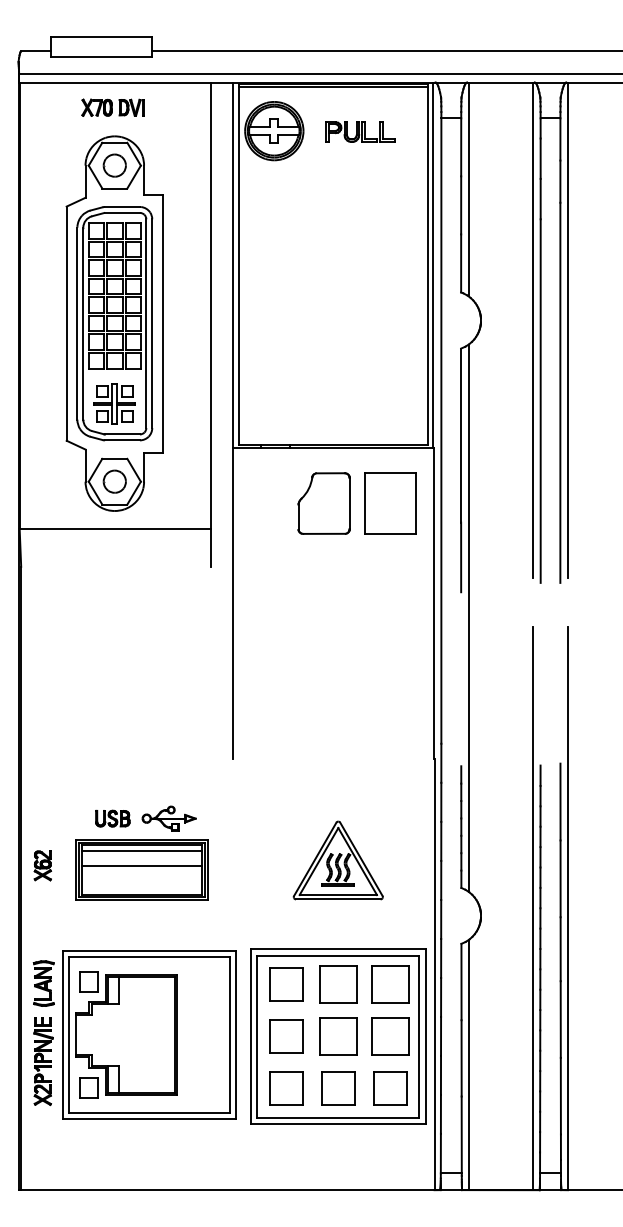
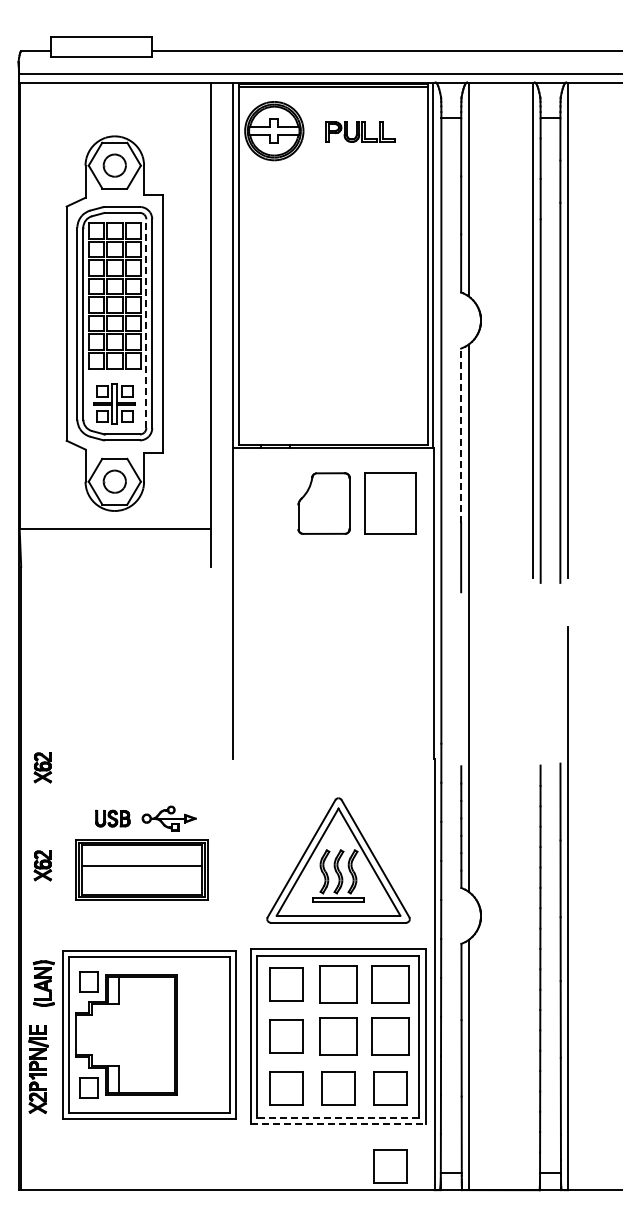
part at (112, 107): present -> none
line at (146, 323): solid -> dashed
line at (461, 435): solid -> dashed
part at (42, 767): none -> present
line at (141, 851): present -> none
part at (337, 860) size: 92x81 px -> 145x127 px
line at (533, 908): present -> none
part at (43, 1061) position: (43, 1061) -> (38, 1069)
line at (337, 1117): solid -> dashed
line at (338, 1124): solid -> dashed
part at (390, 1166): none -> present
